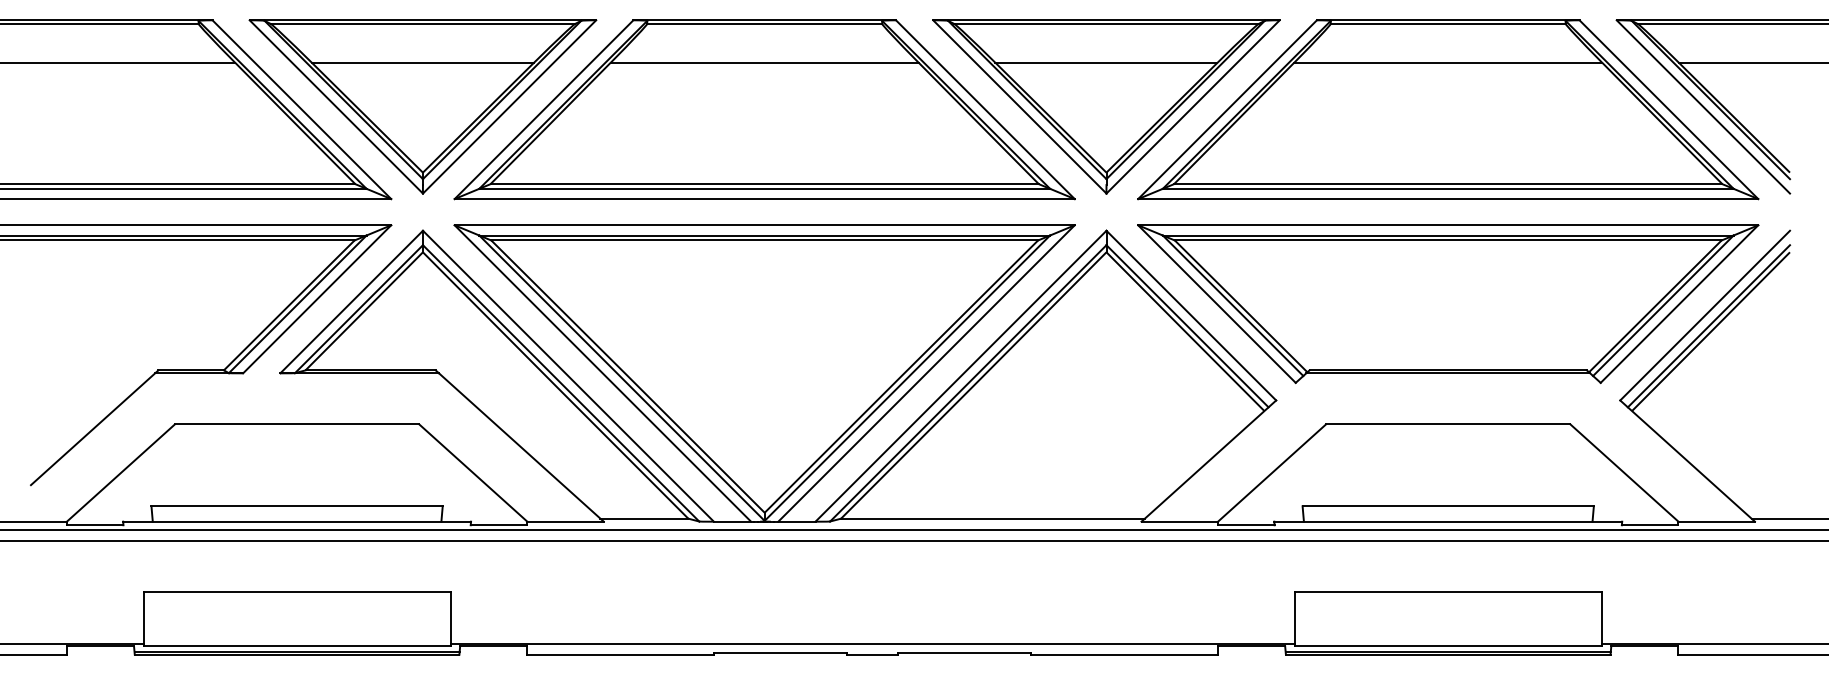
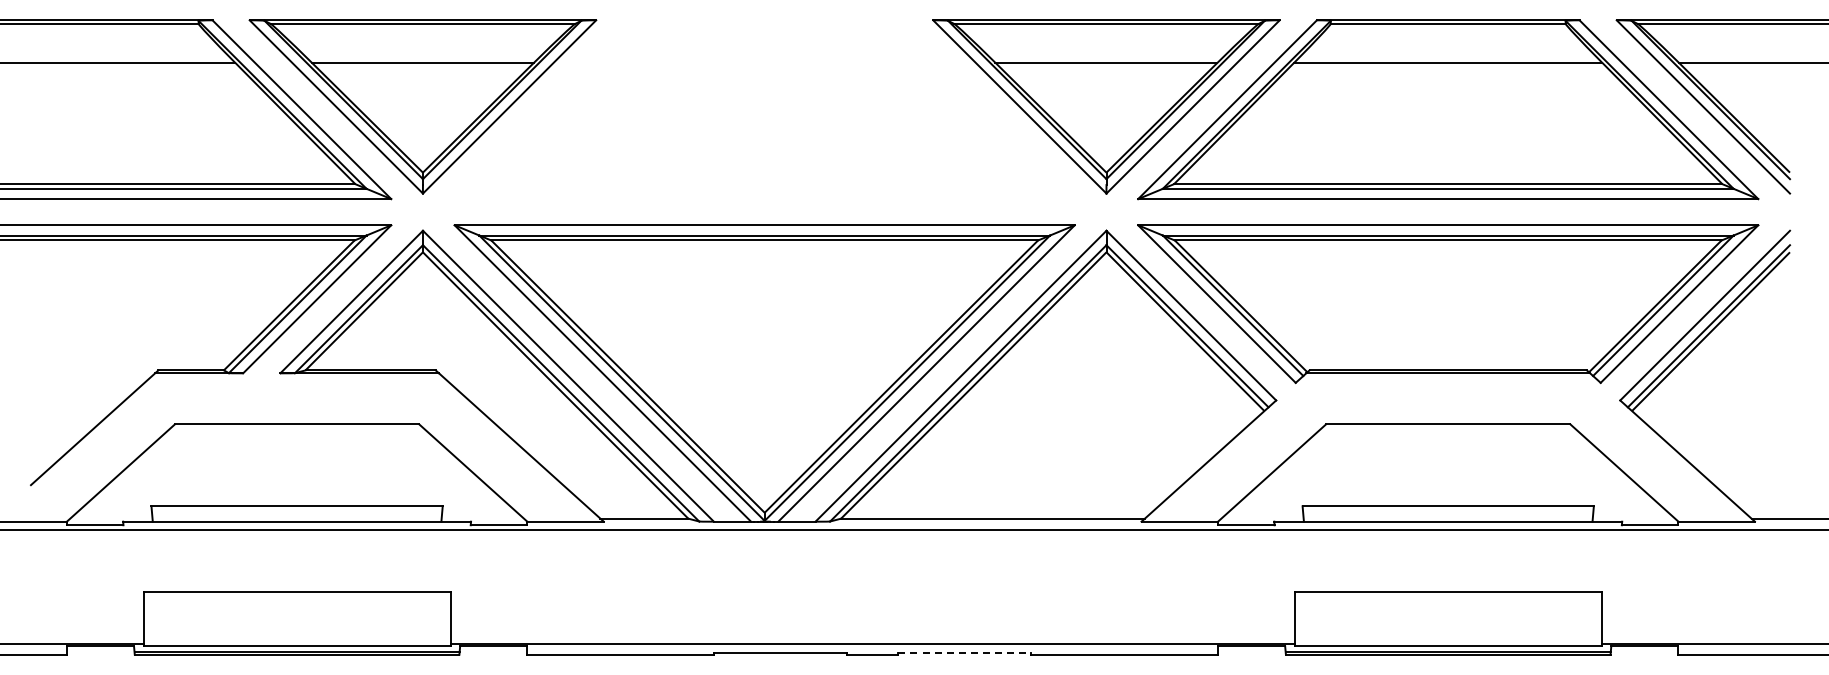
part at (764, 109): present -> none
line at (913, 540): present -> none
line at (964, 653): solid -> dashed
